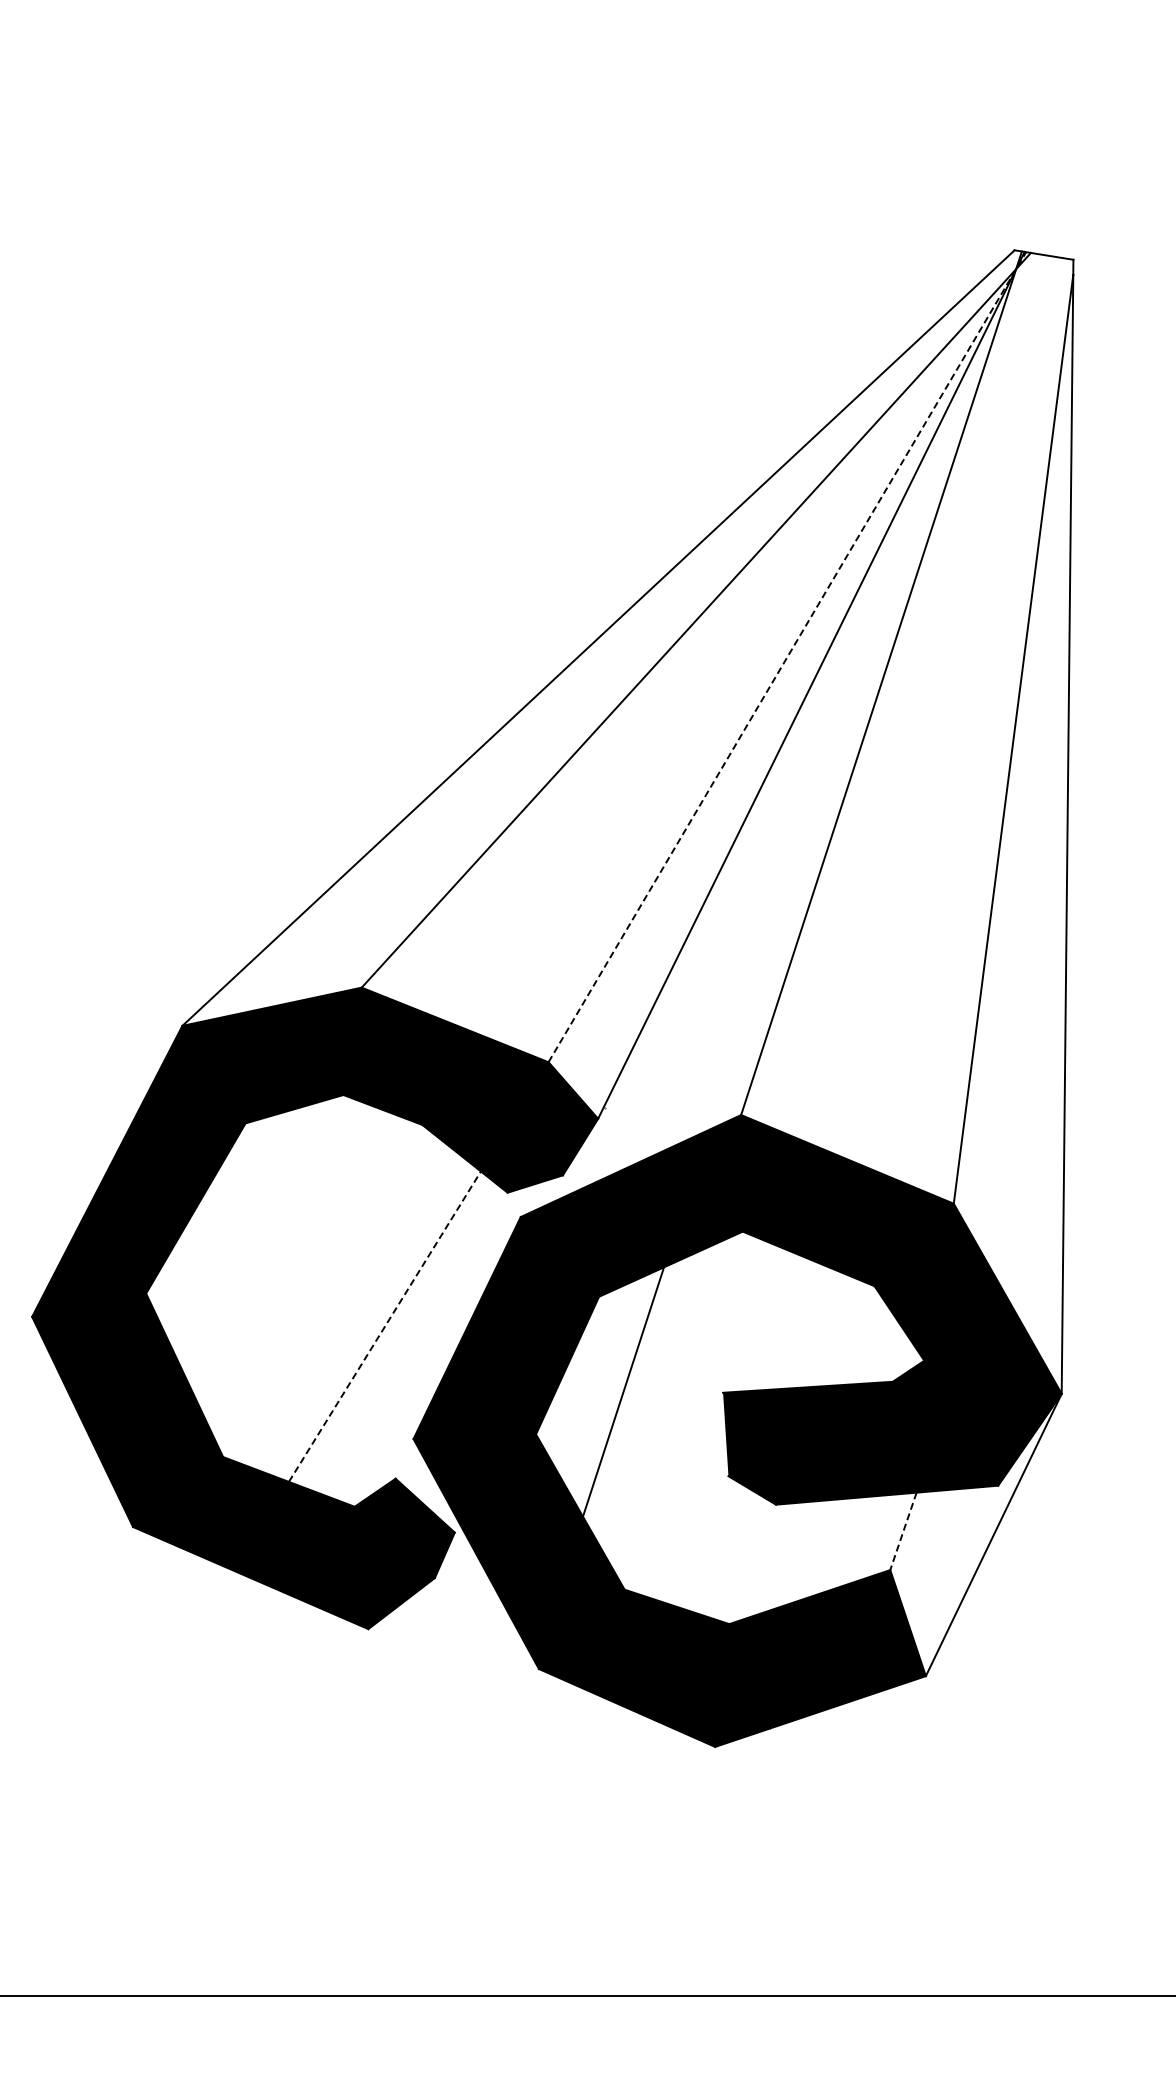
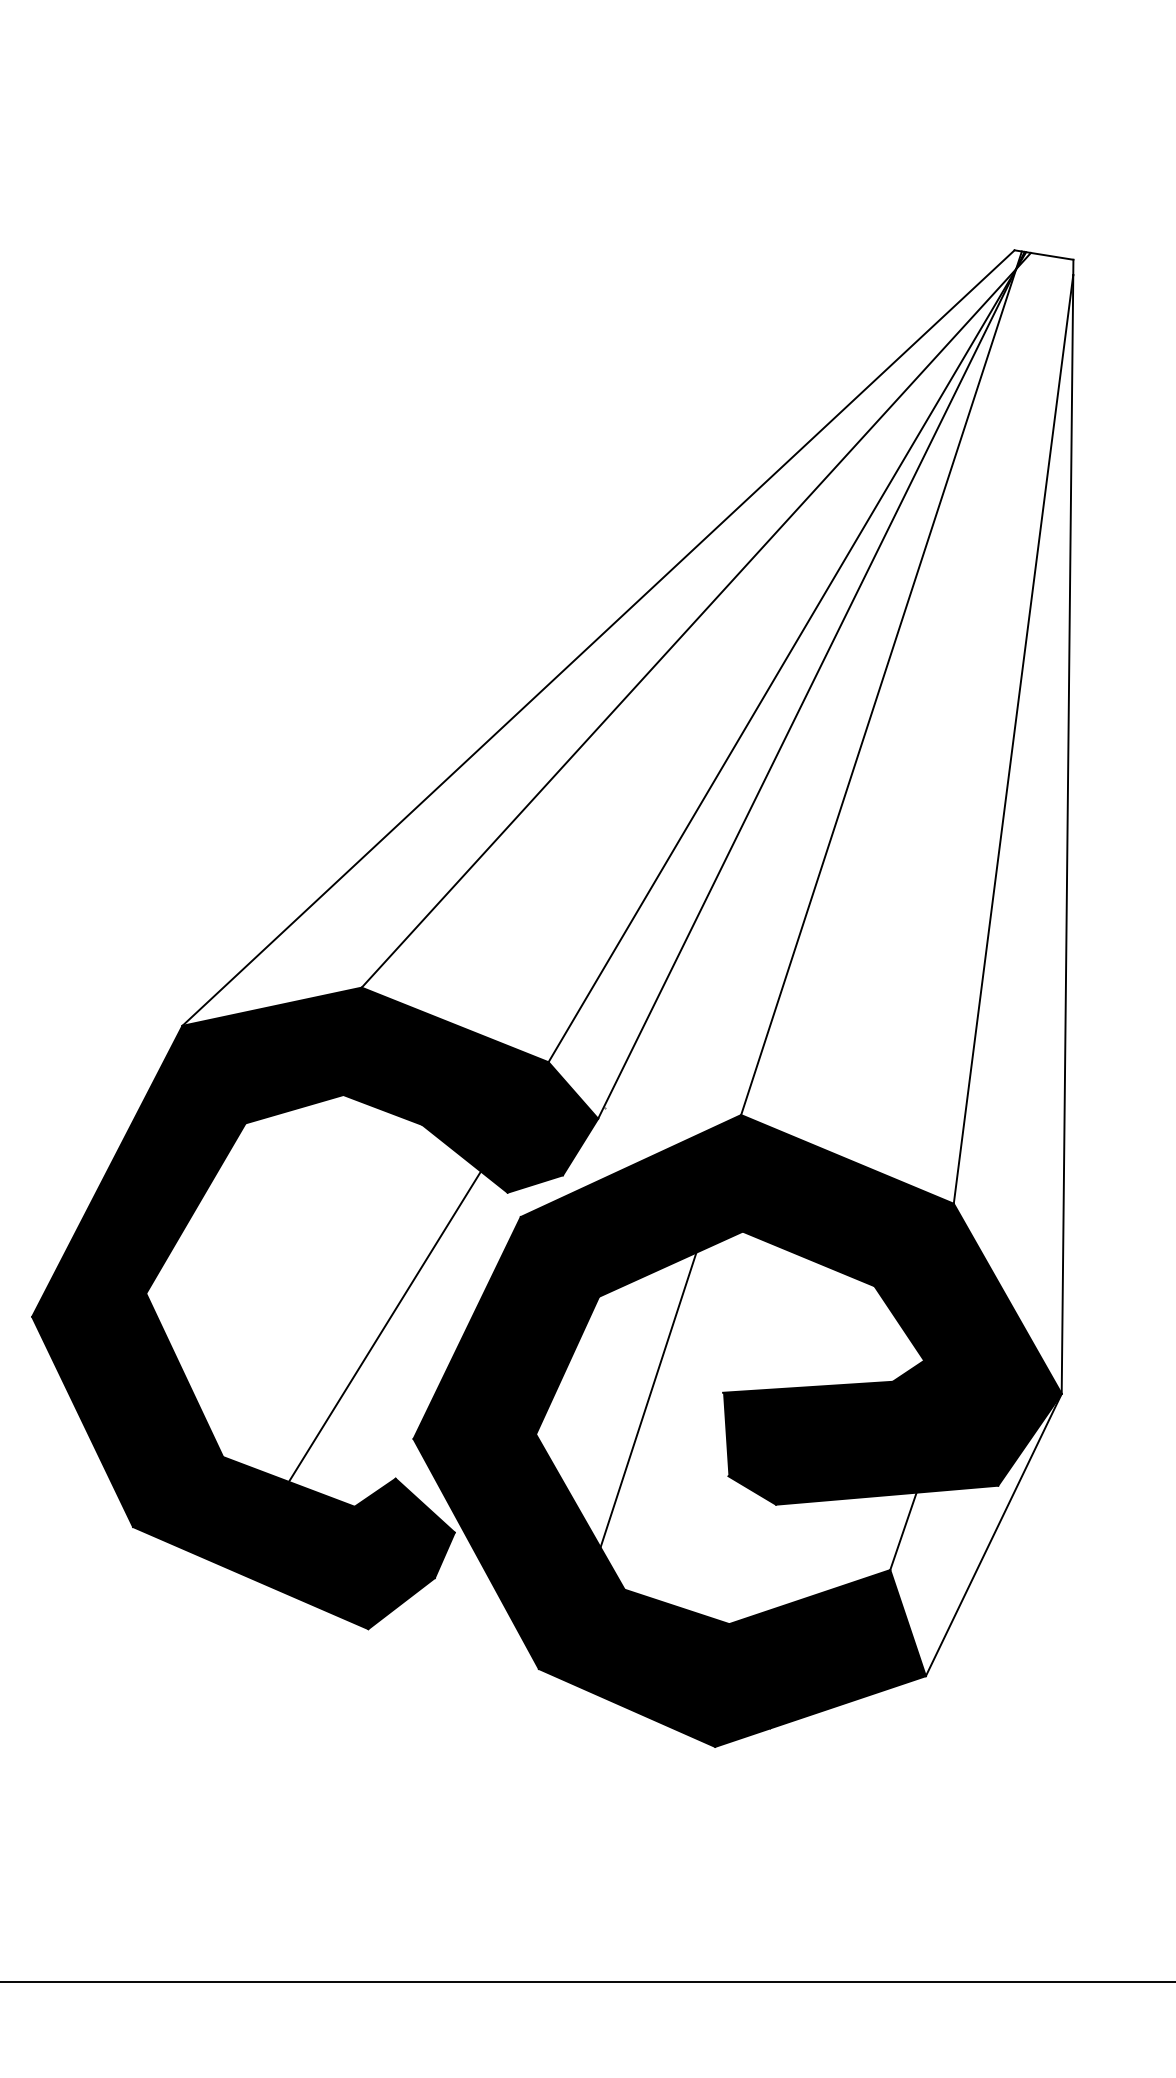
line at (787, 656): dashed -> solid
line at (384, 1326): dashed -> solid
line at (623, 1391) position: (623, 1391) -> (648, 1399)
line at (903, 1531): dashed -> solid
line at (587, 1996) position: (587, 1996) -> (587, 1982)
